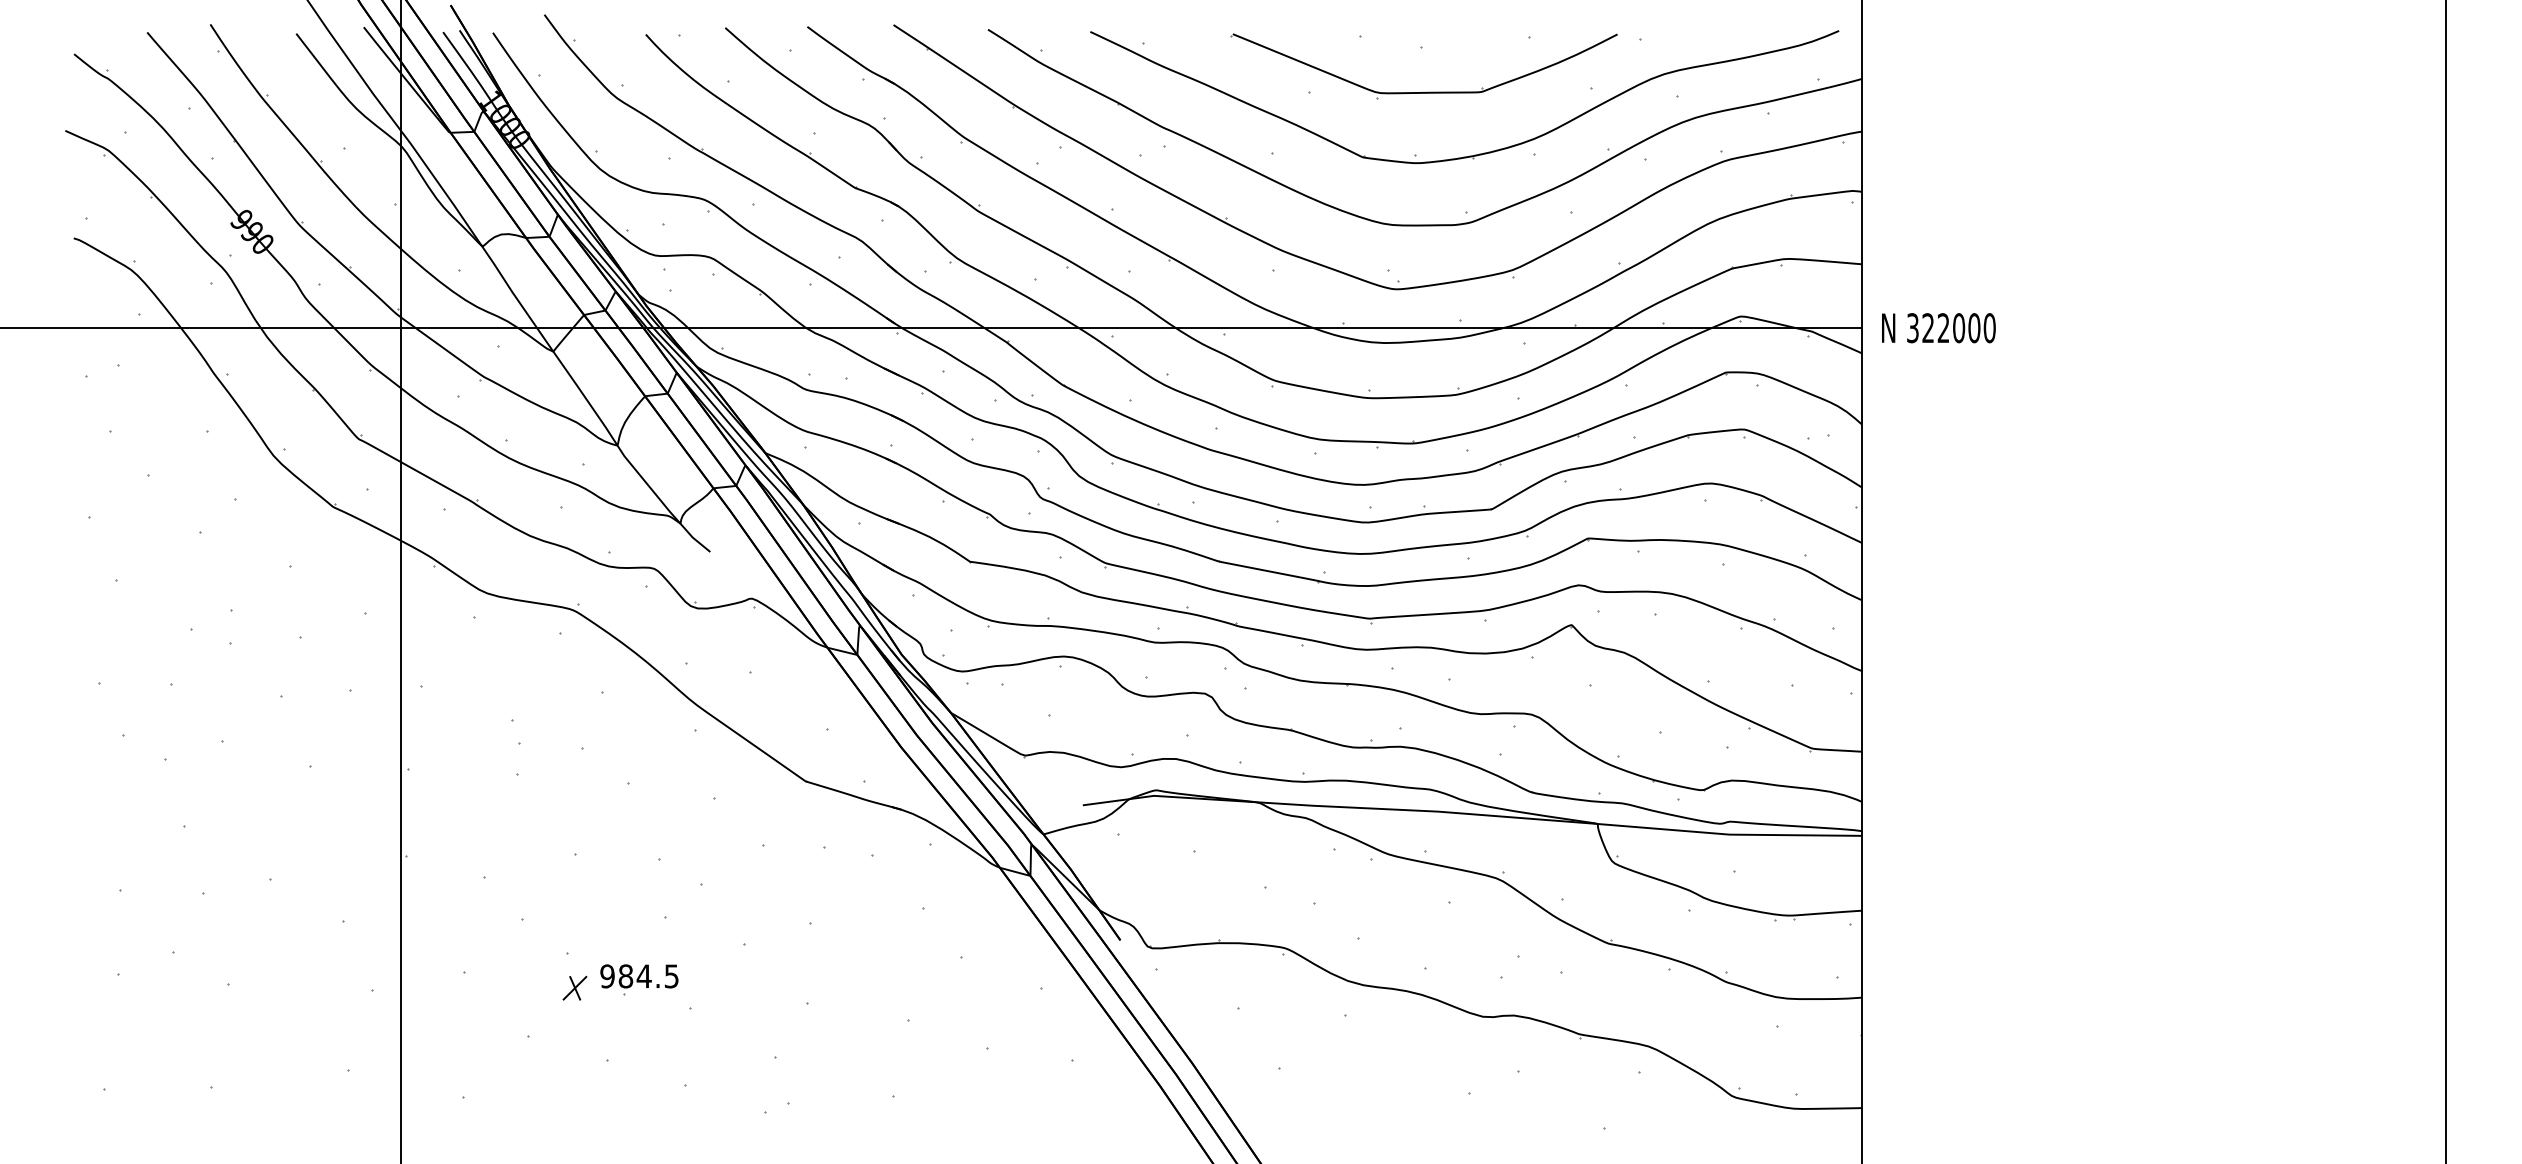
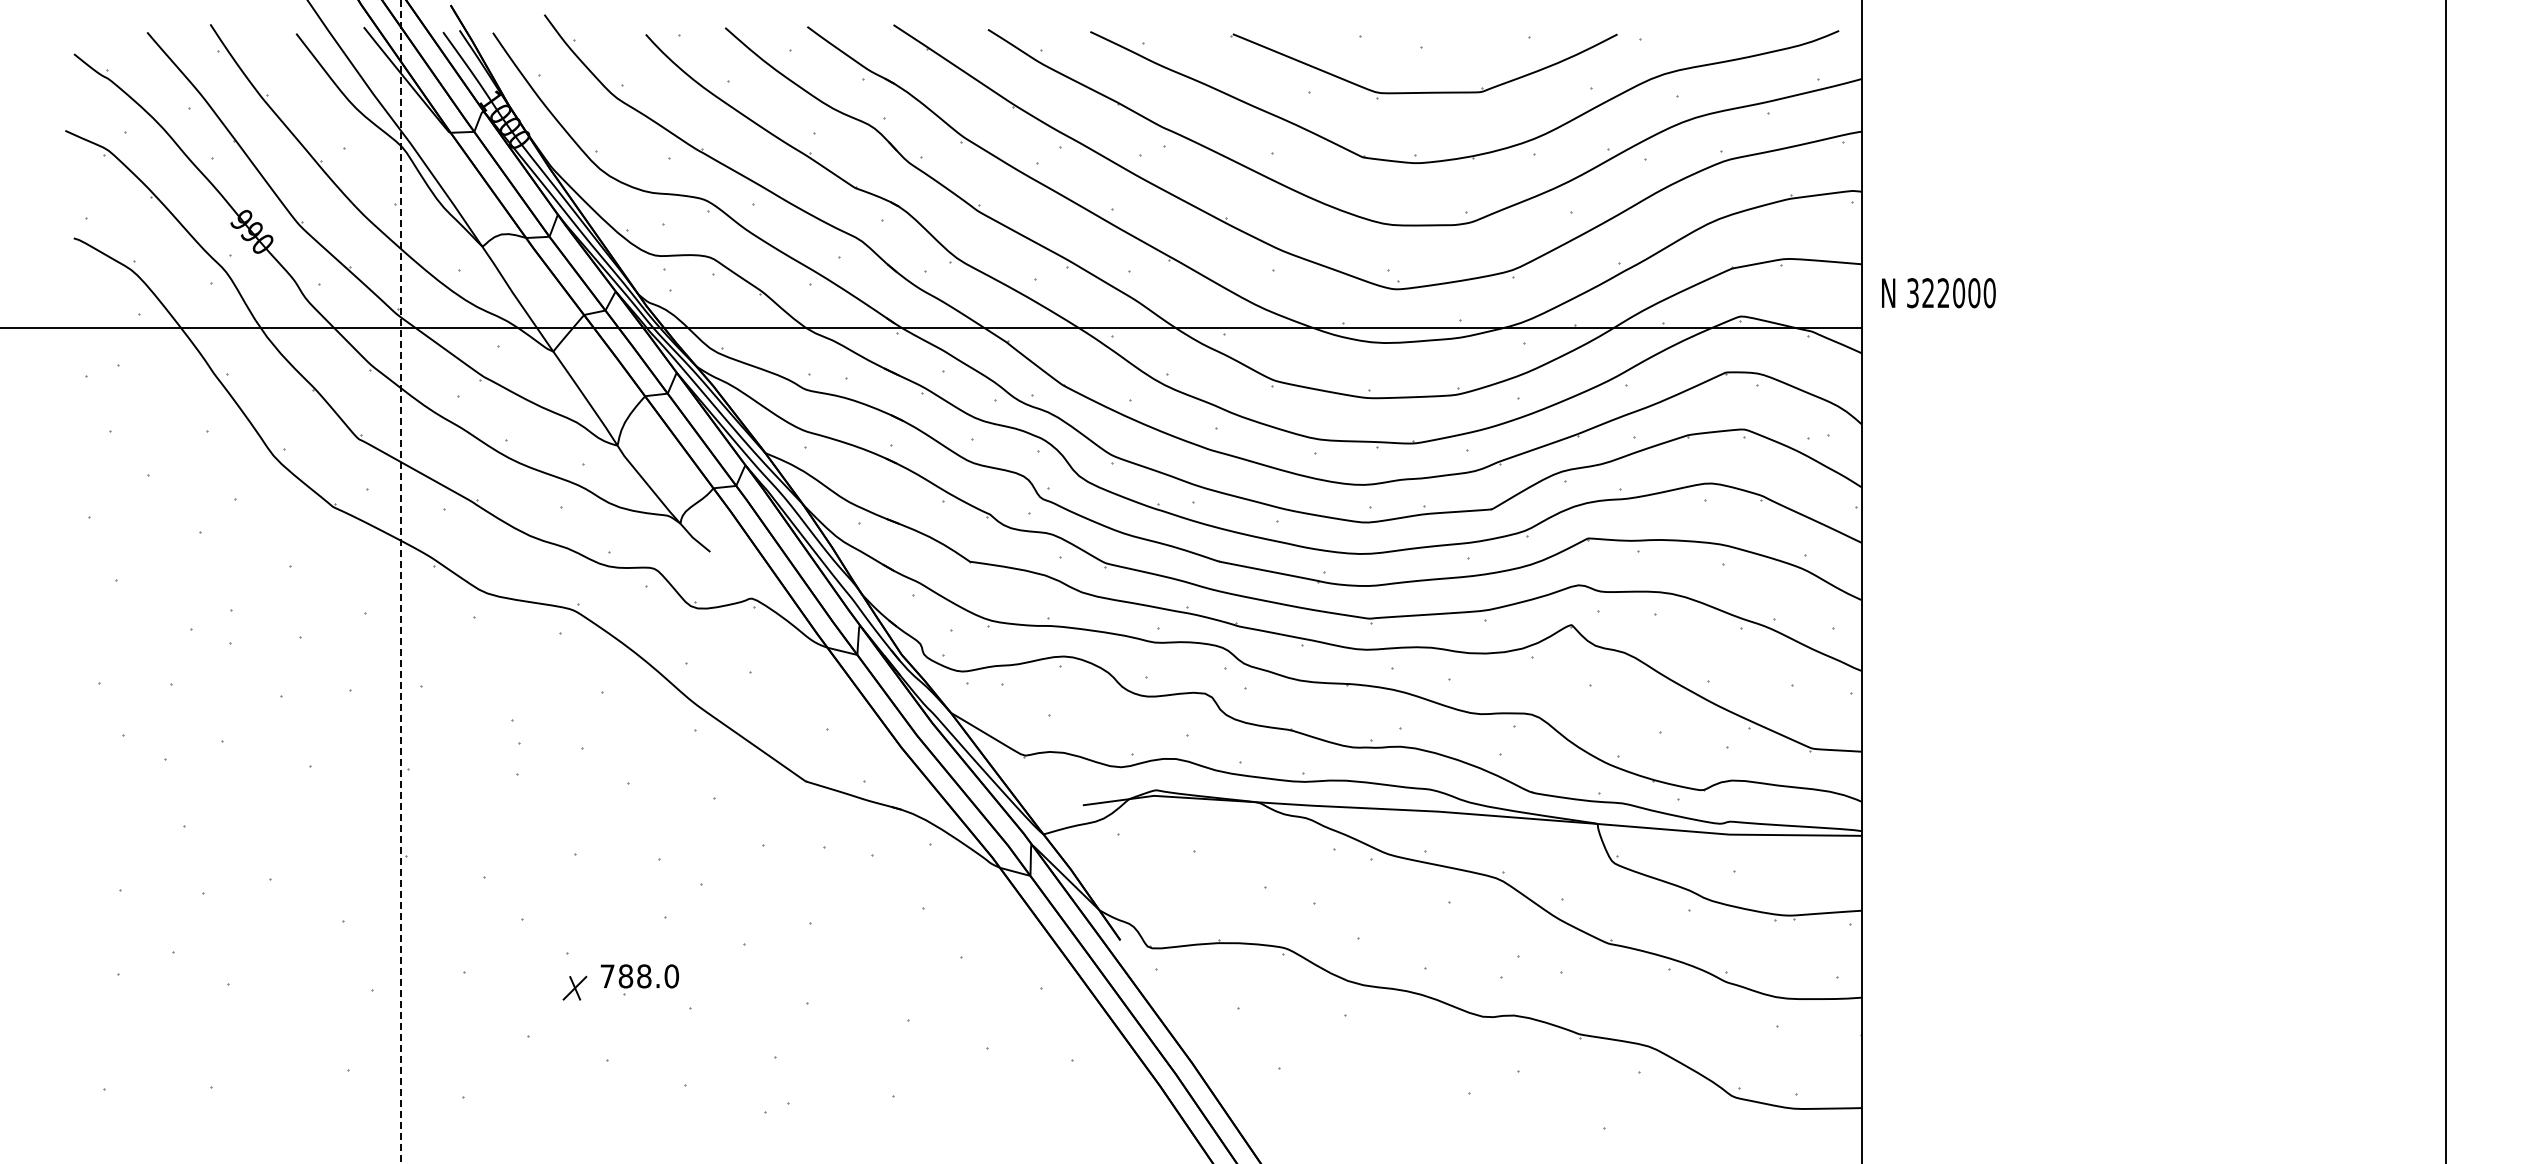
text at (1938, 328) position: (1938, 328) -> (1938, 293)
line at (401, 582): solid -> dashed
text at (639, 976): 984.5 -> 788.0
